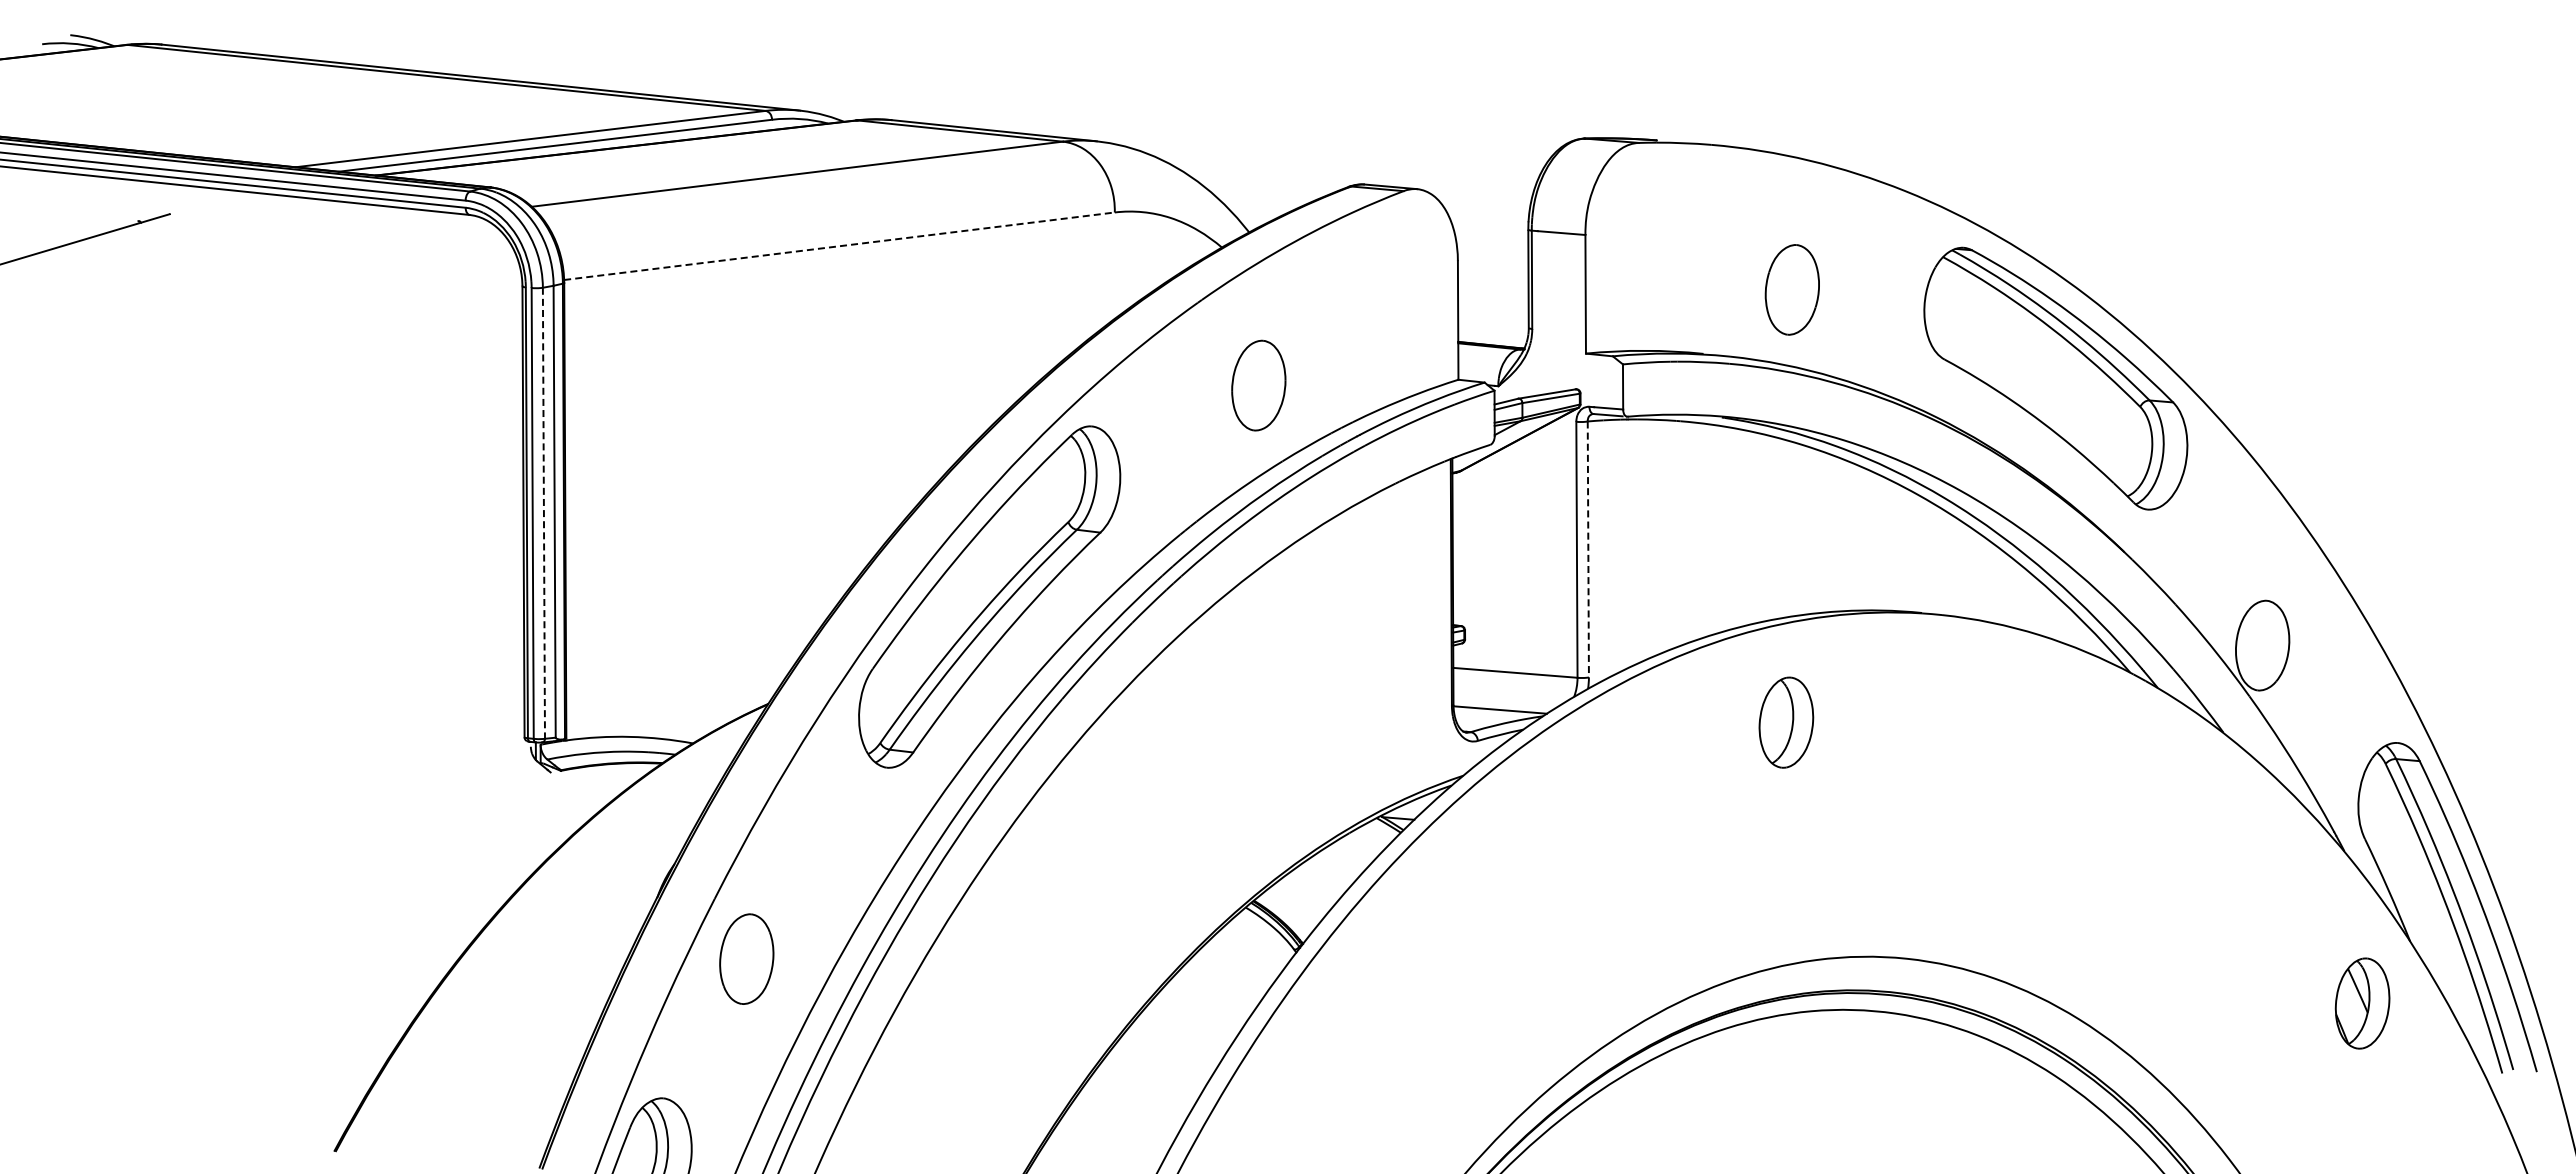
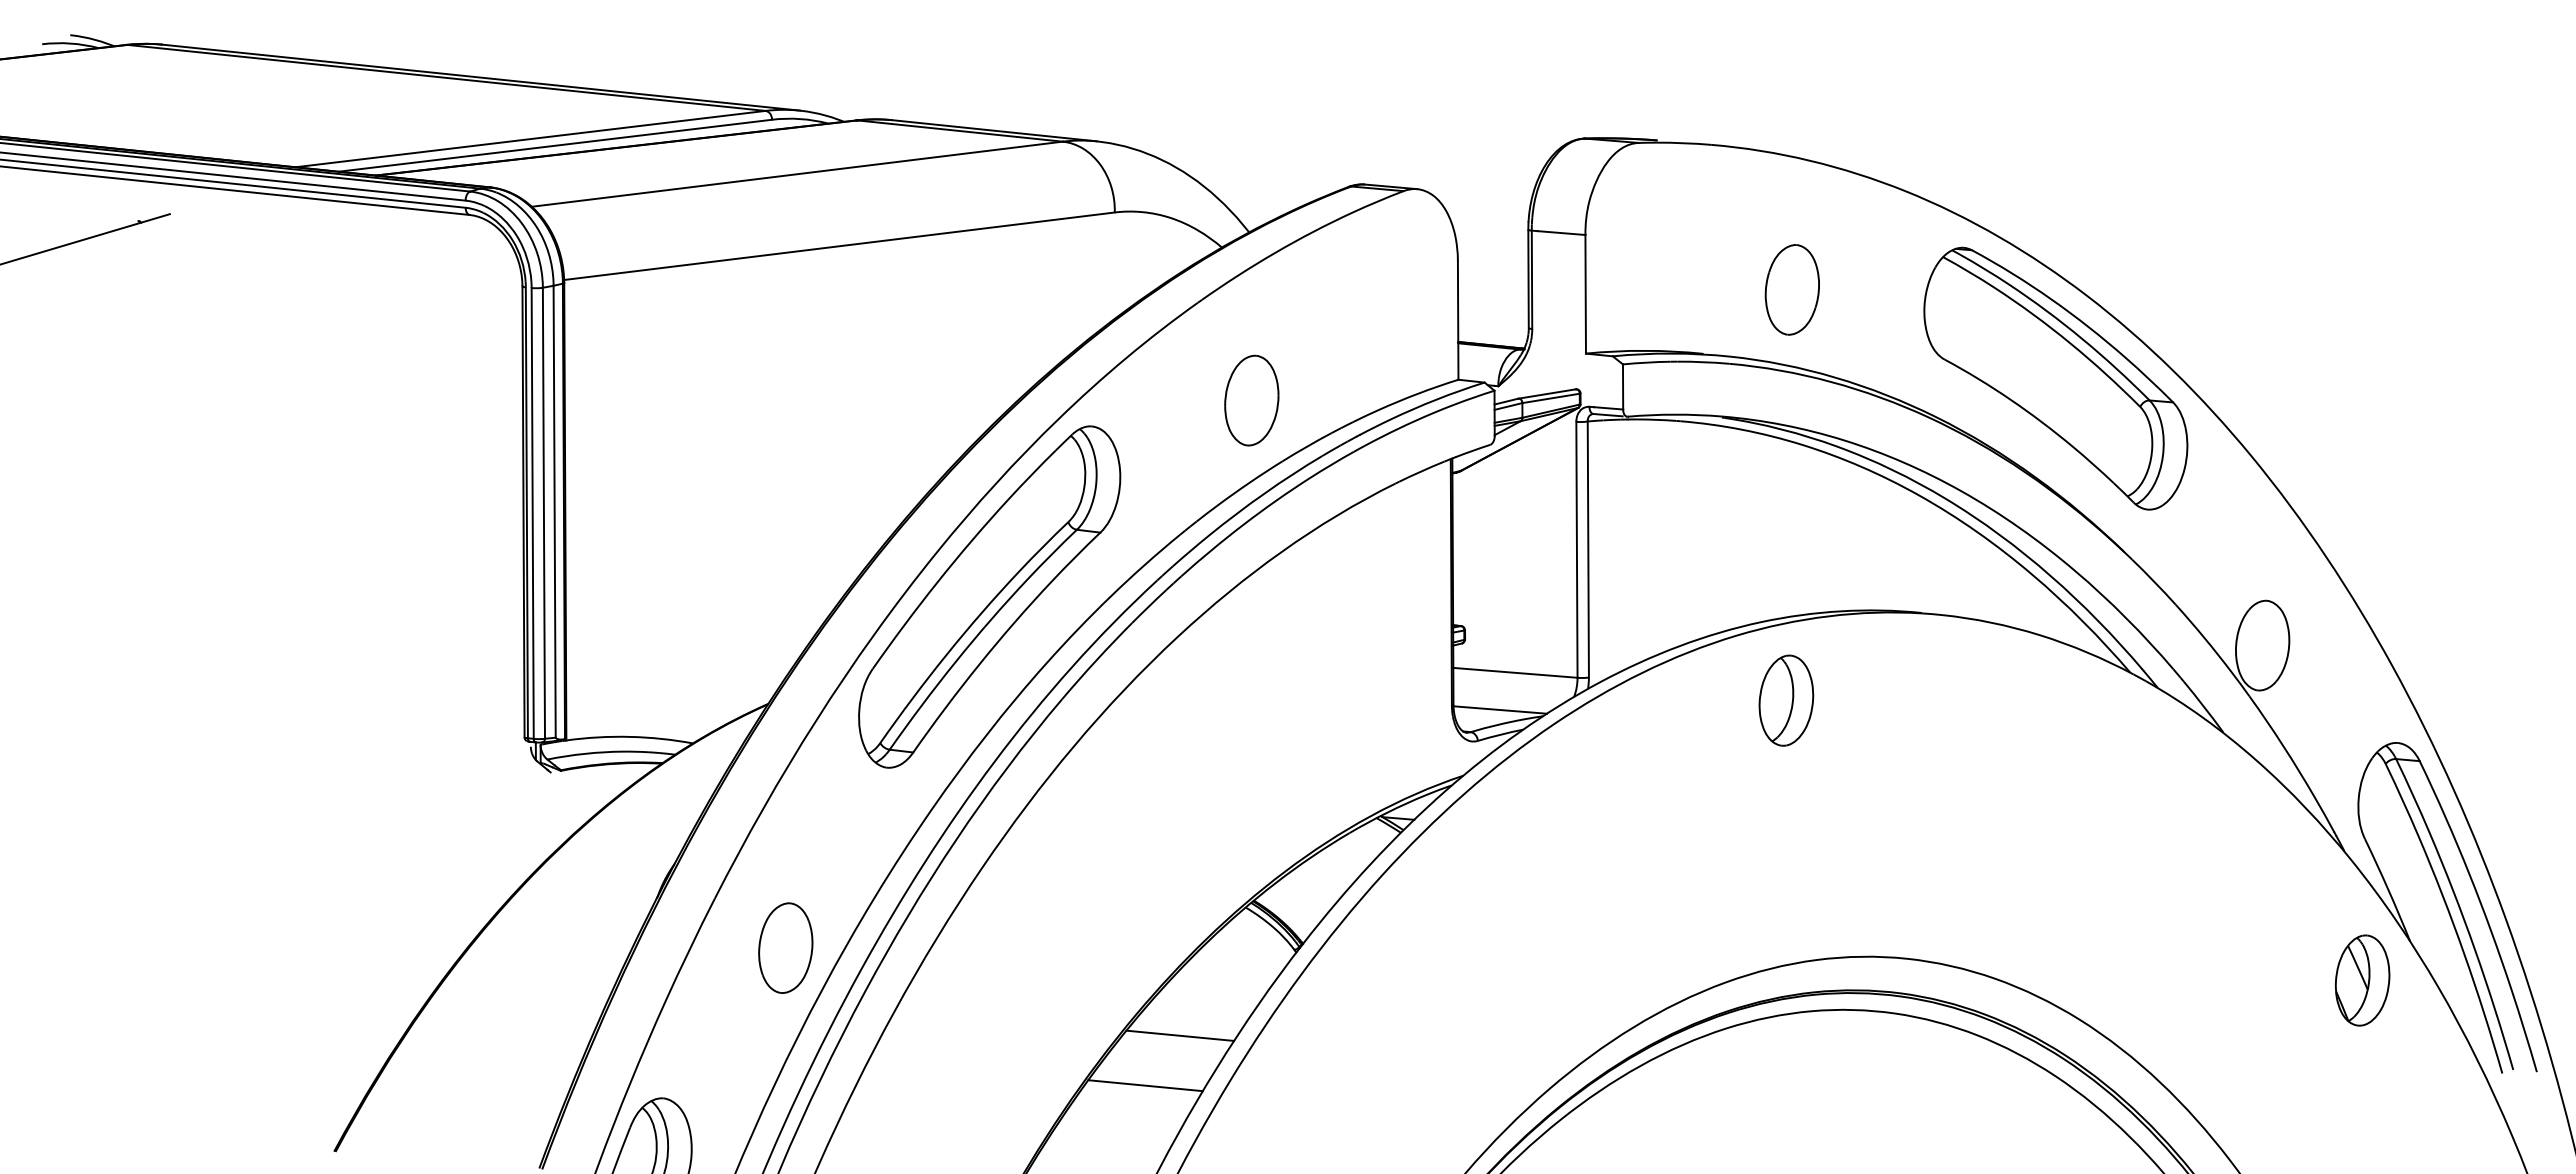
line at (839, 246): dashed -> solid
part at (1258, 385) position: (1258, 385) -> (1251, 400)
line at (543, 513): dashed -> solid
line at (1588, 549): dashed -> solid
part at (1786, 722) position: (1786, 722) -> (1786, 700)
part at (746, 958) position: (746, 958) -> (785, 947)
part at (2362, 1003) position: (2362, 1003) -> (2362, 980)
line at (1180, 1035): none -> present
line at (1145, 1085): none -> present
